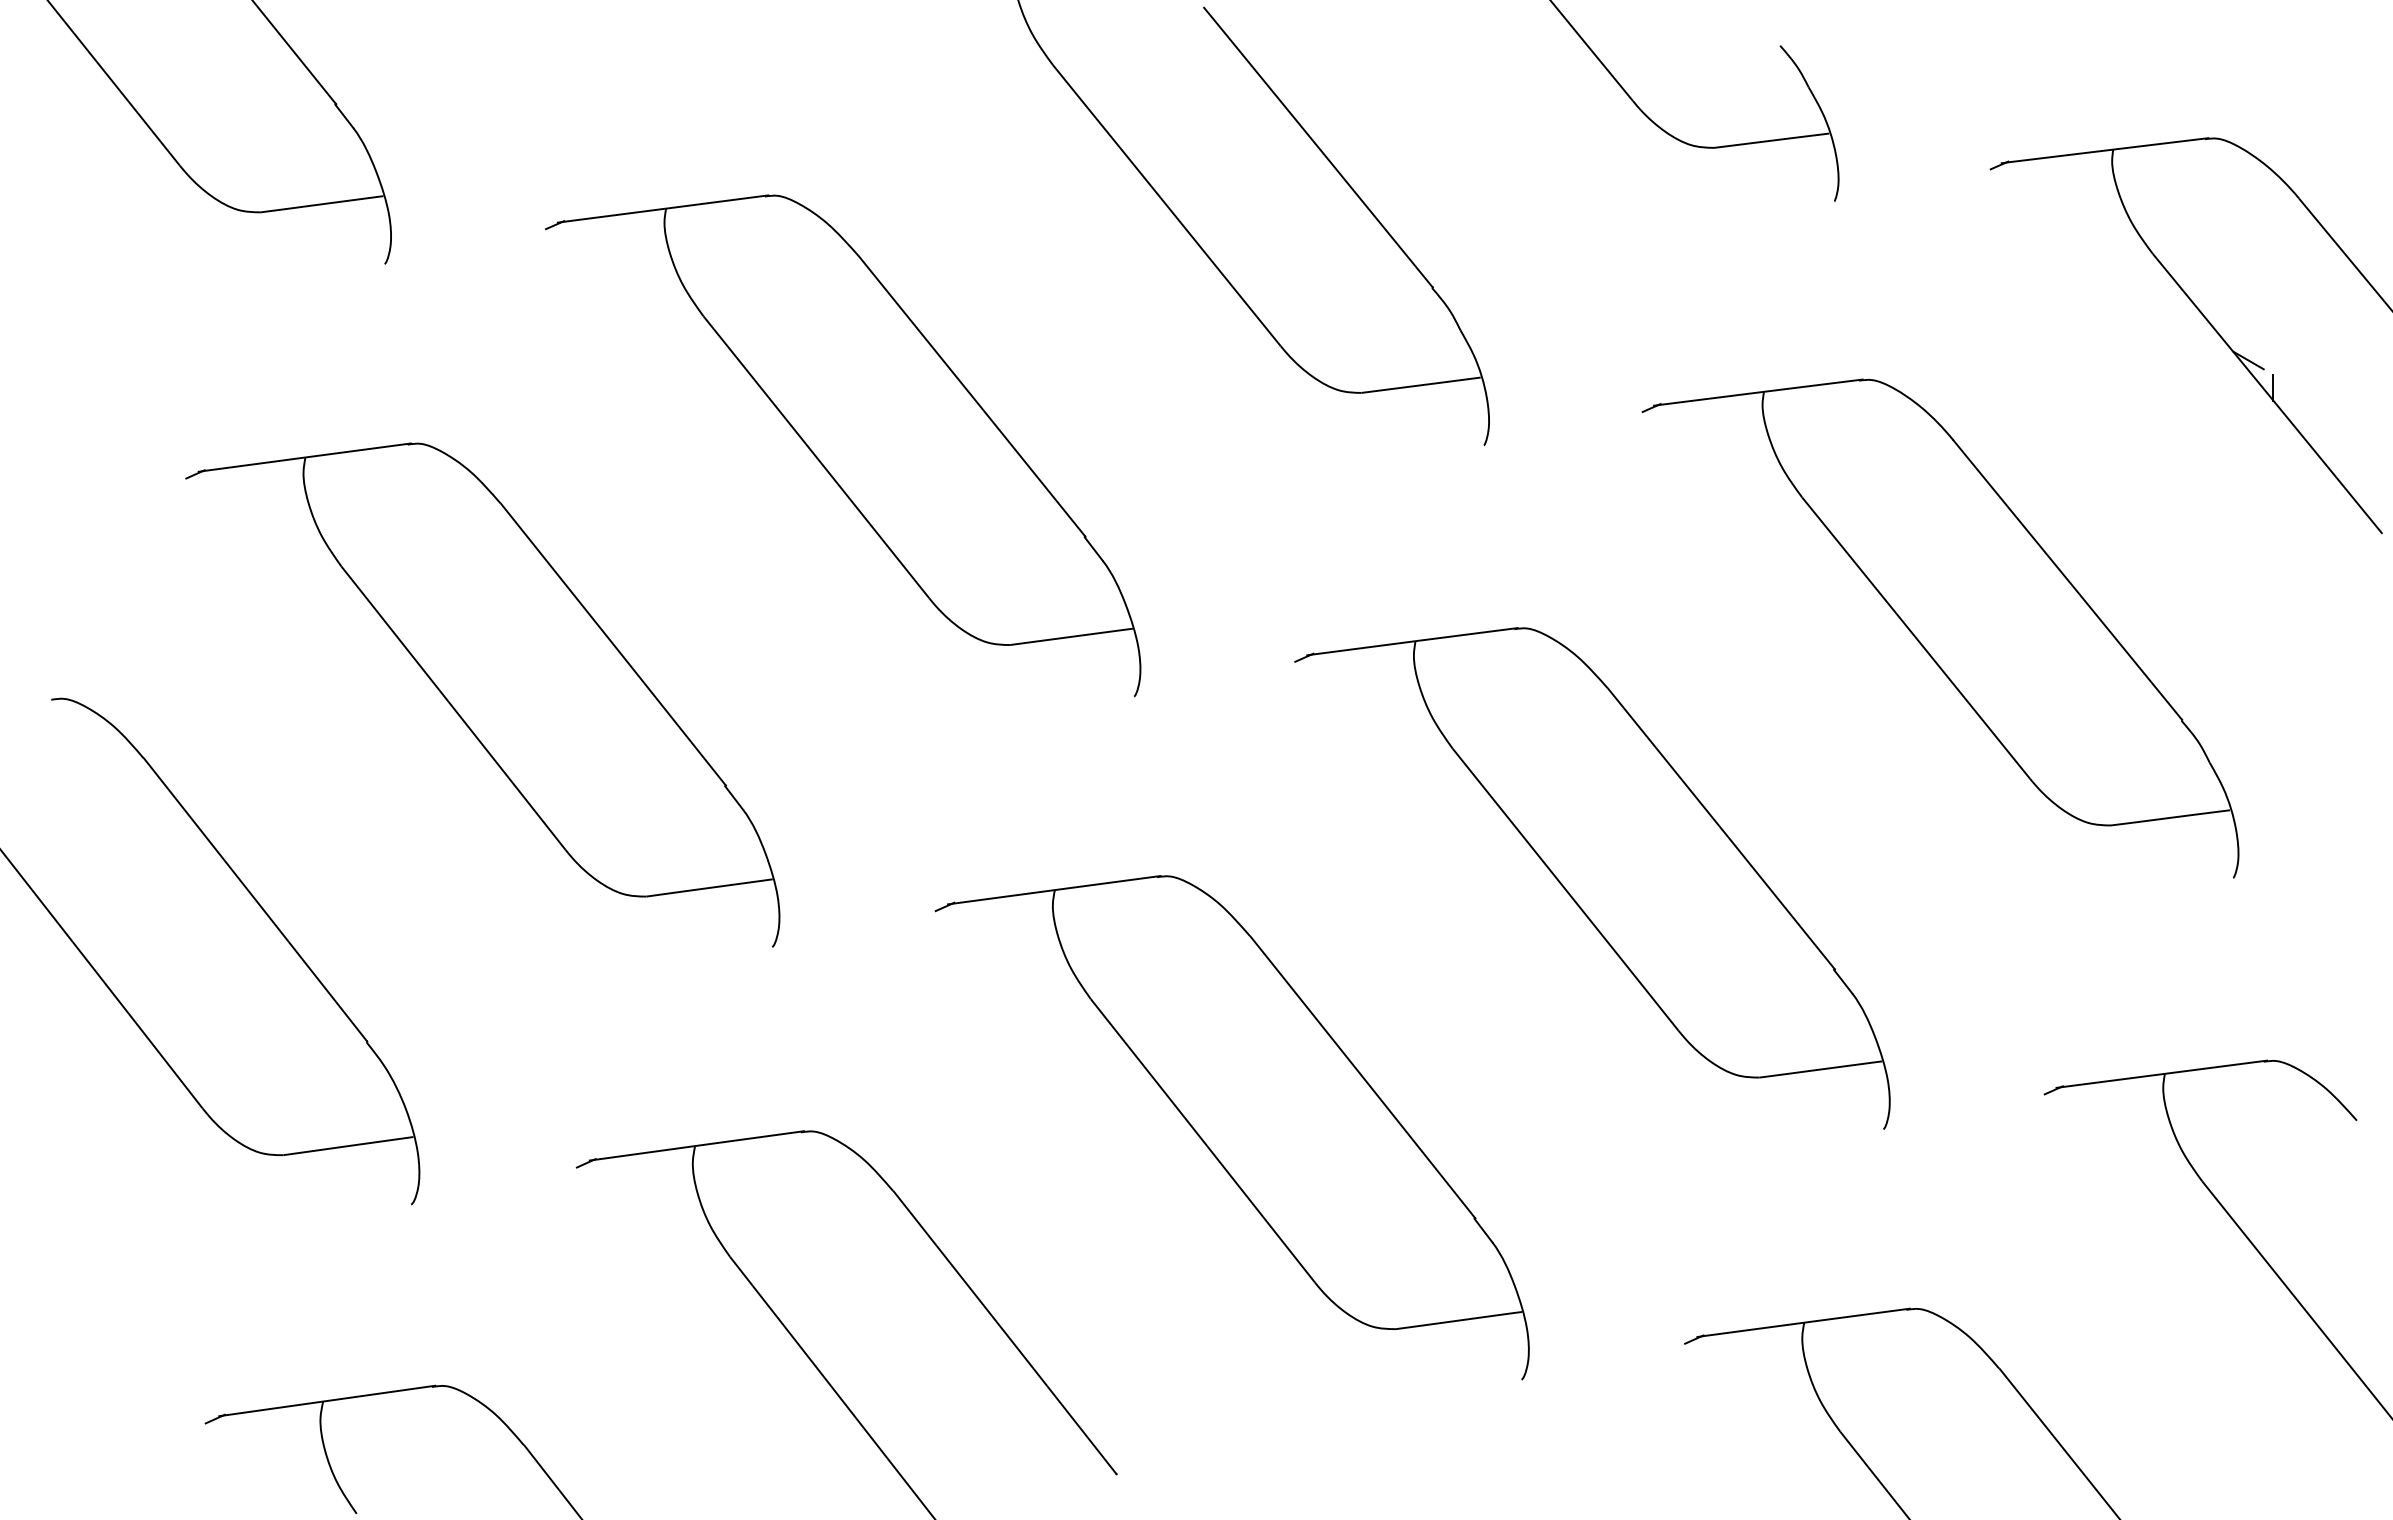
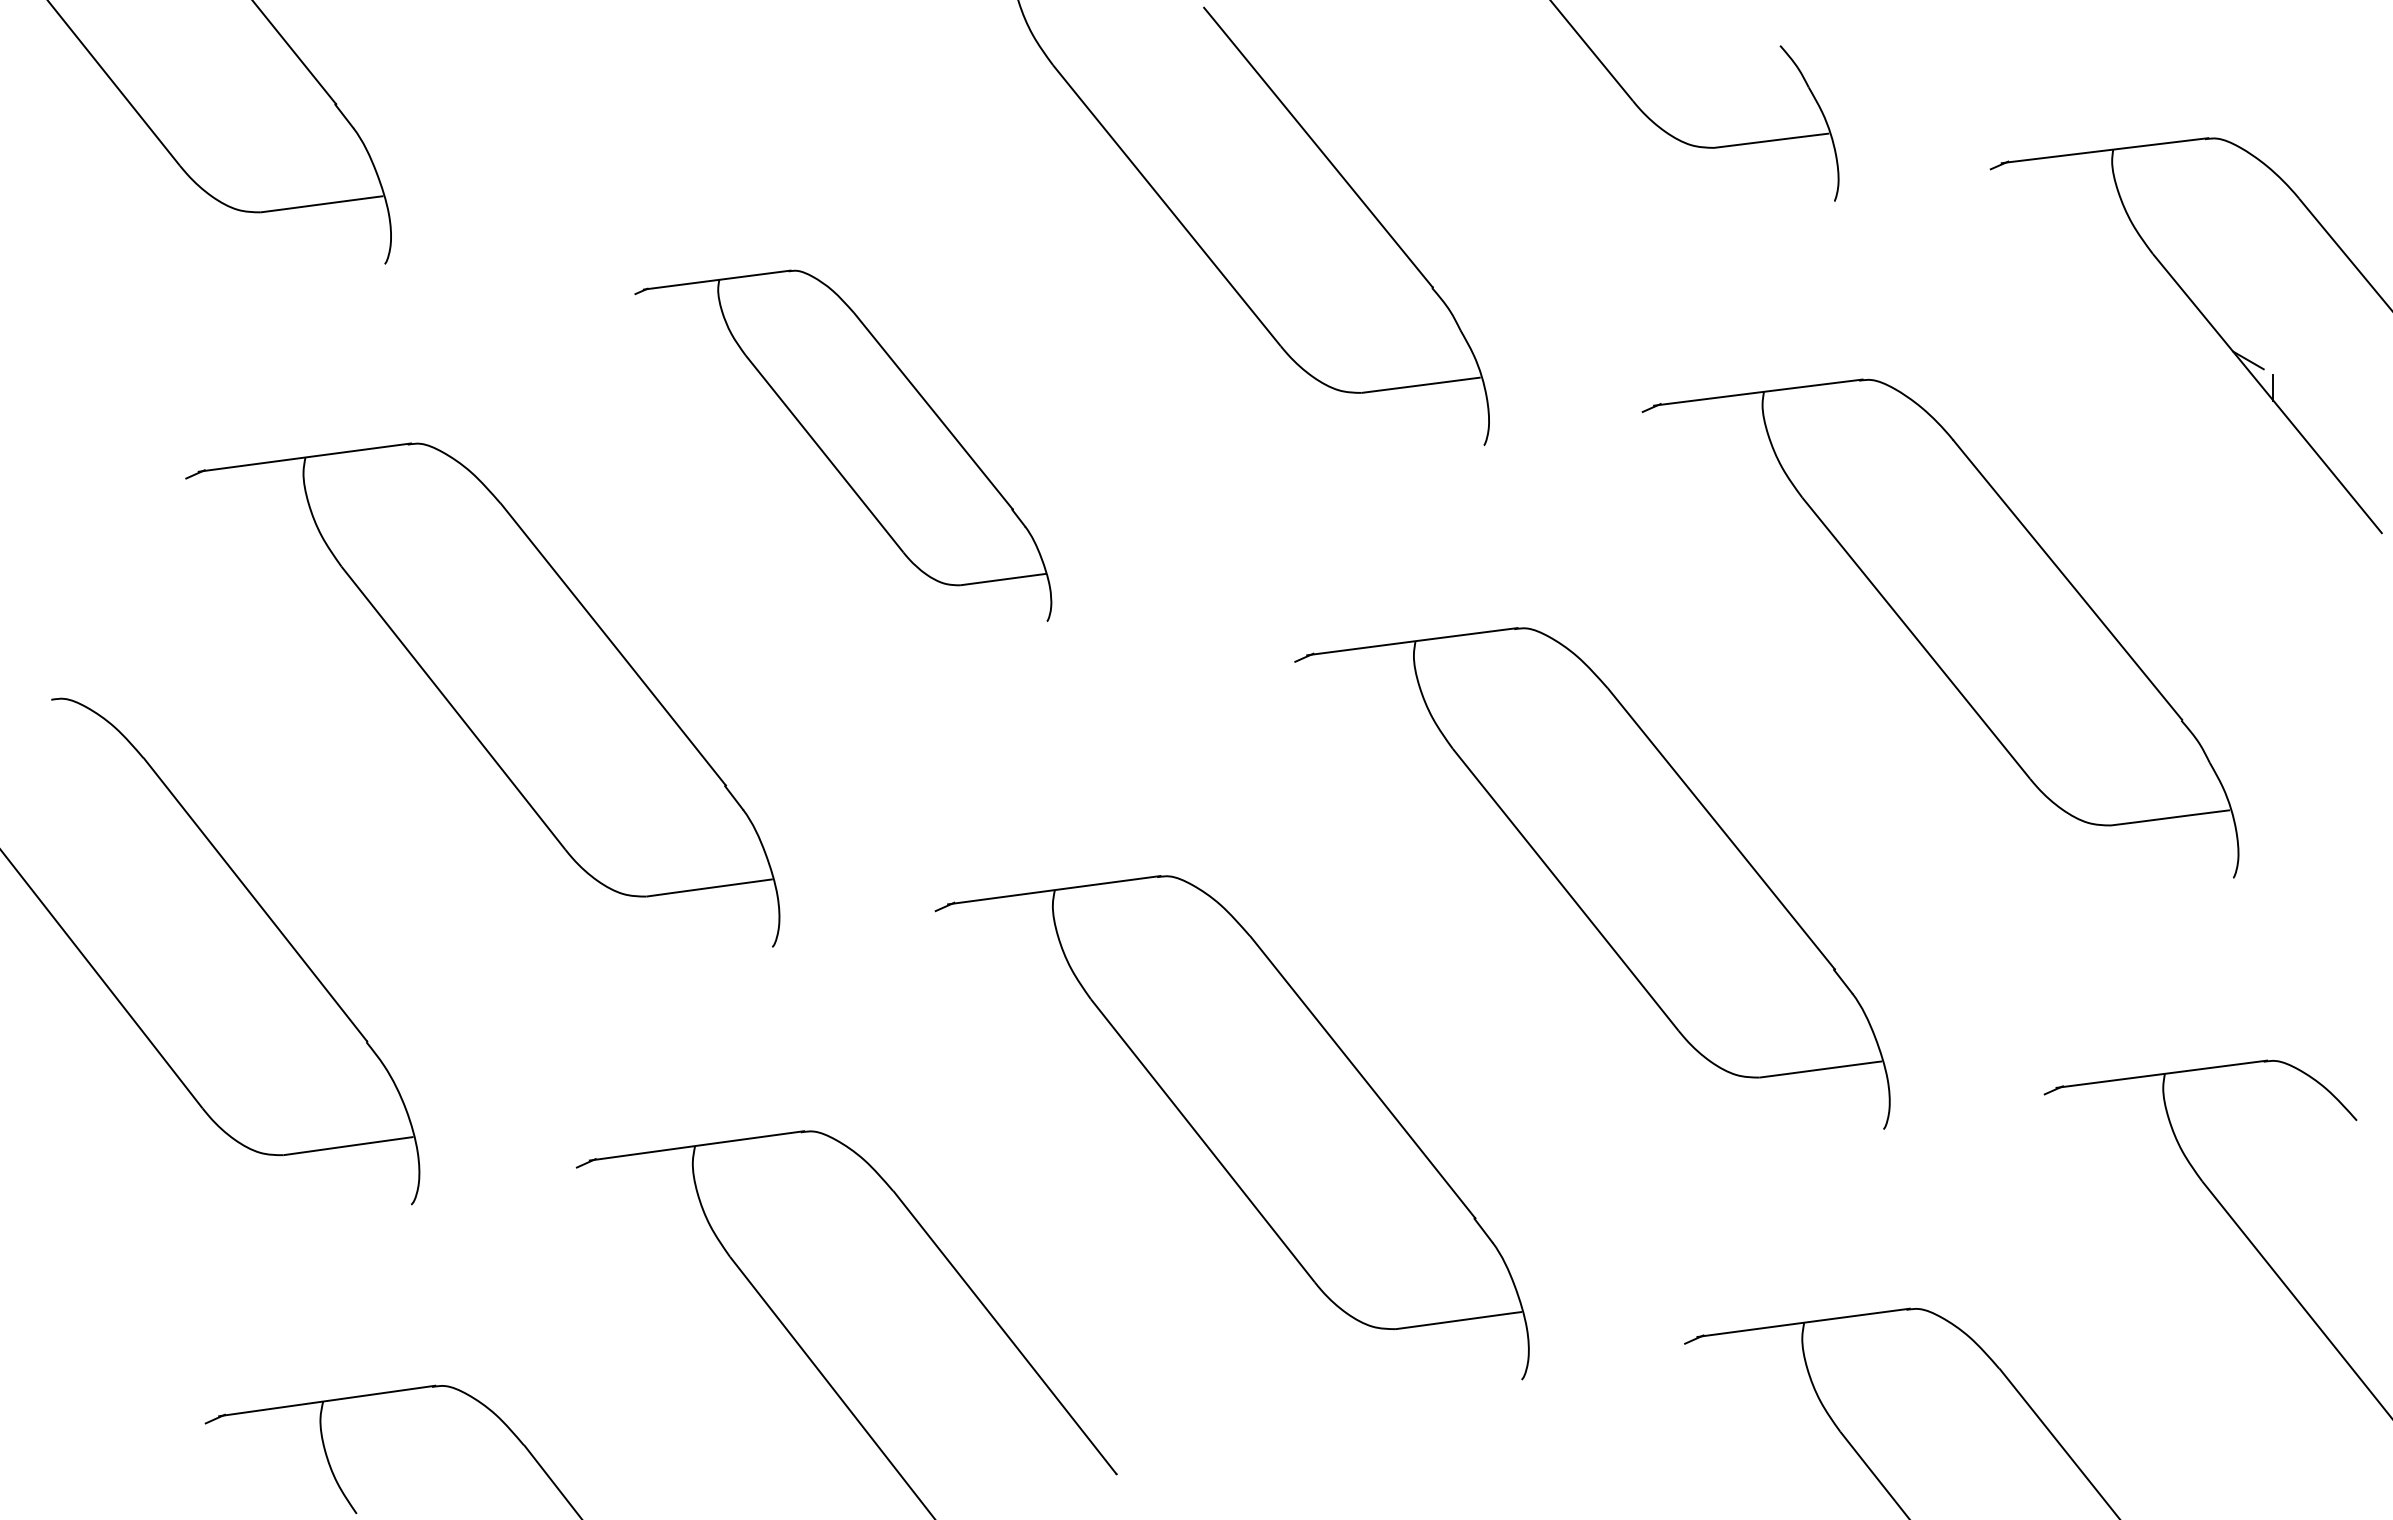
part at (843, 445) size: 597x504 px -> 419x353 px
